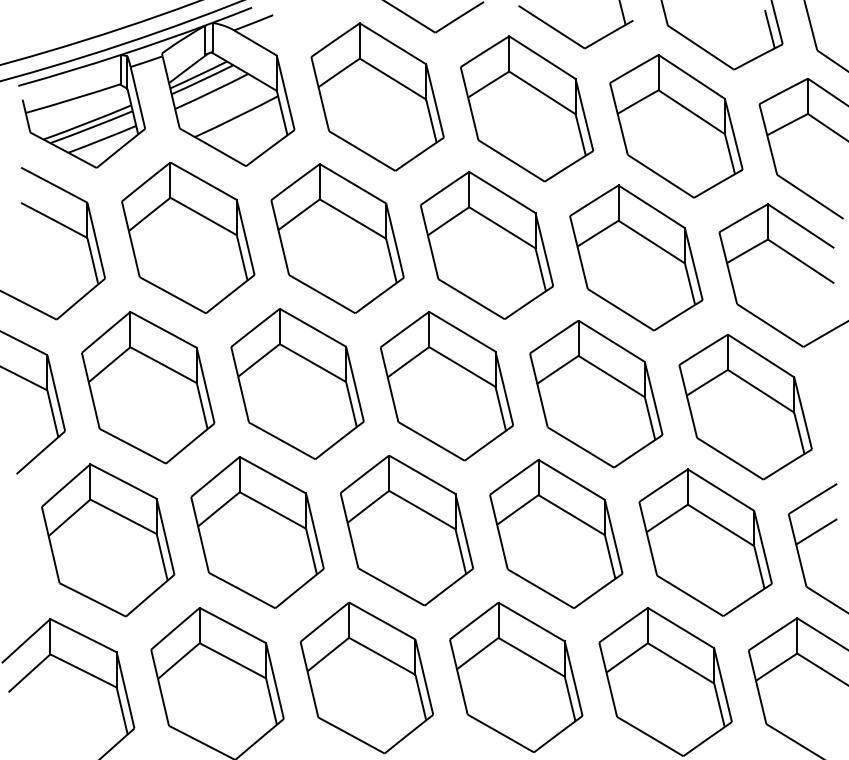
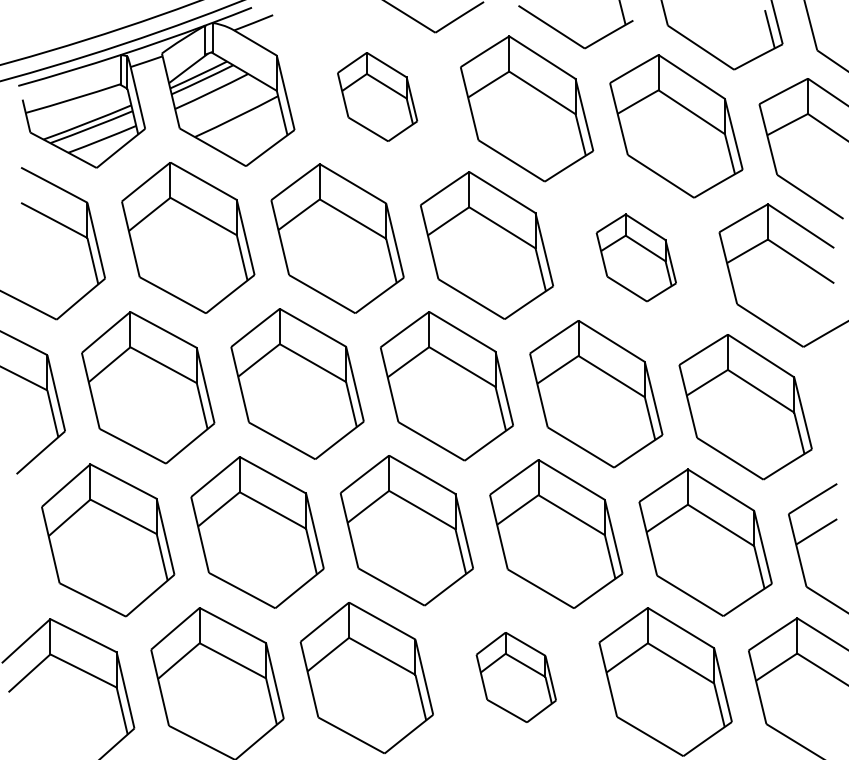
part at (377, 96) size: 135x150 px -> 82x90 px
part at (636, 257) size: 135x148 px -> 82x90 px
part at (516, 677) size: 135x151 px -> 82x91 px
